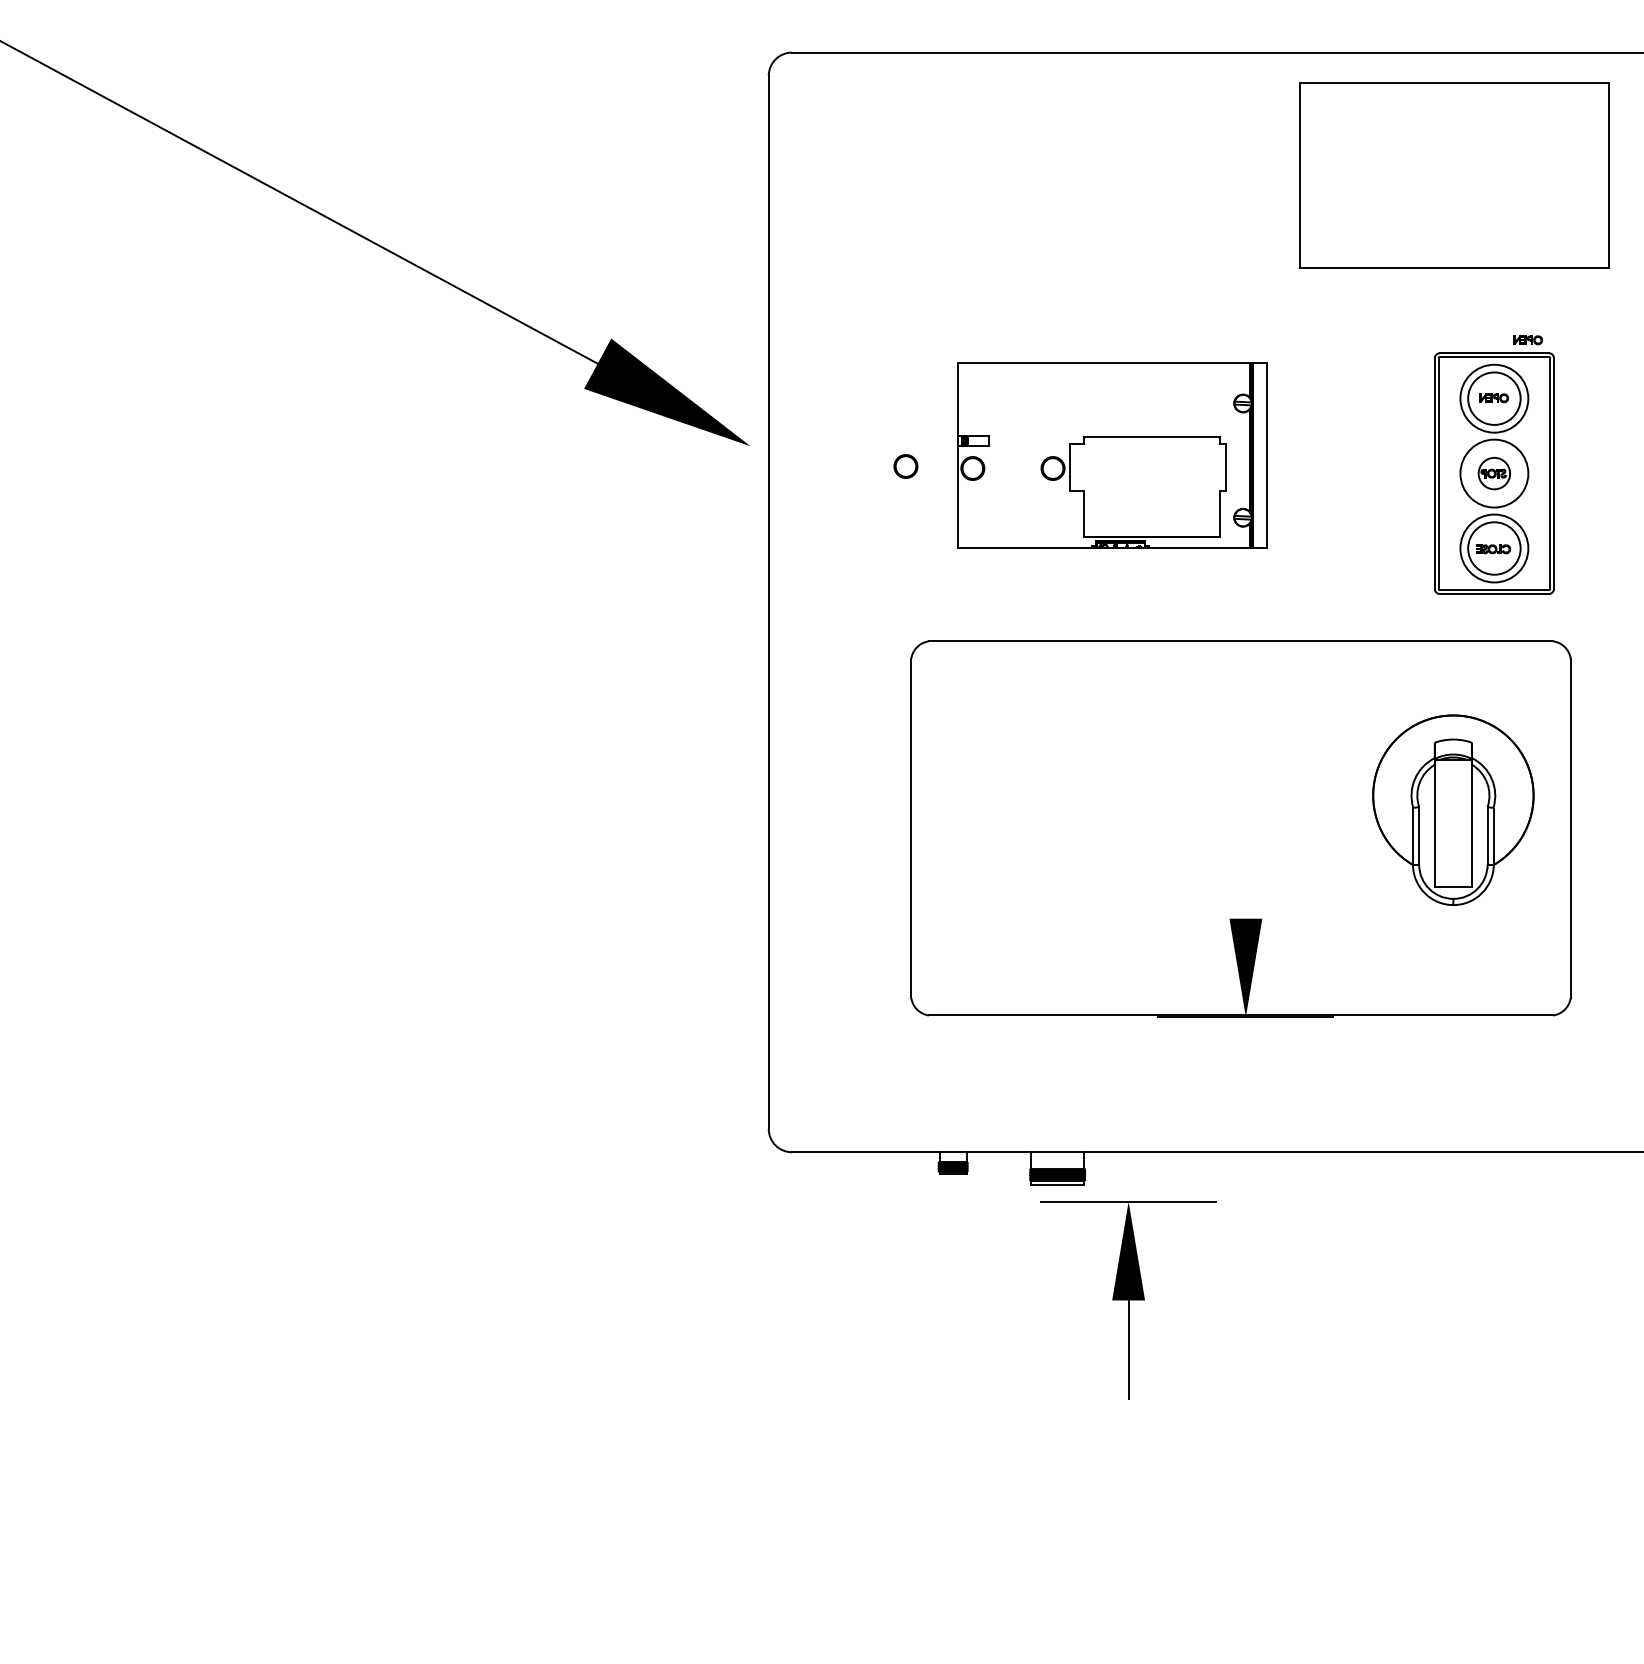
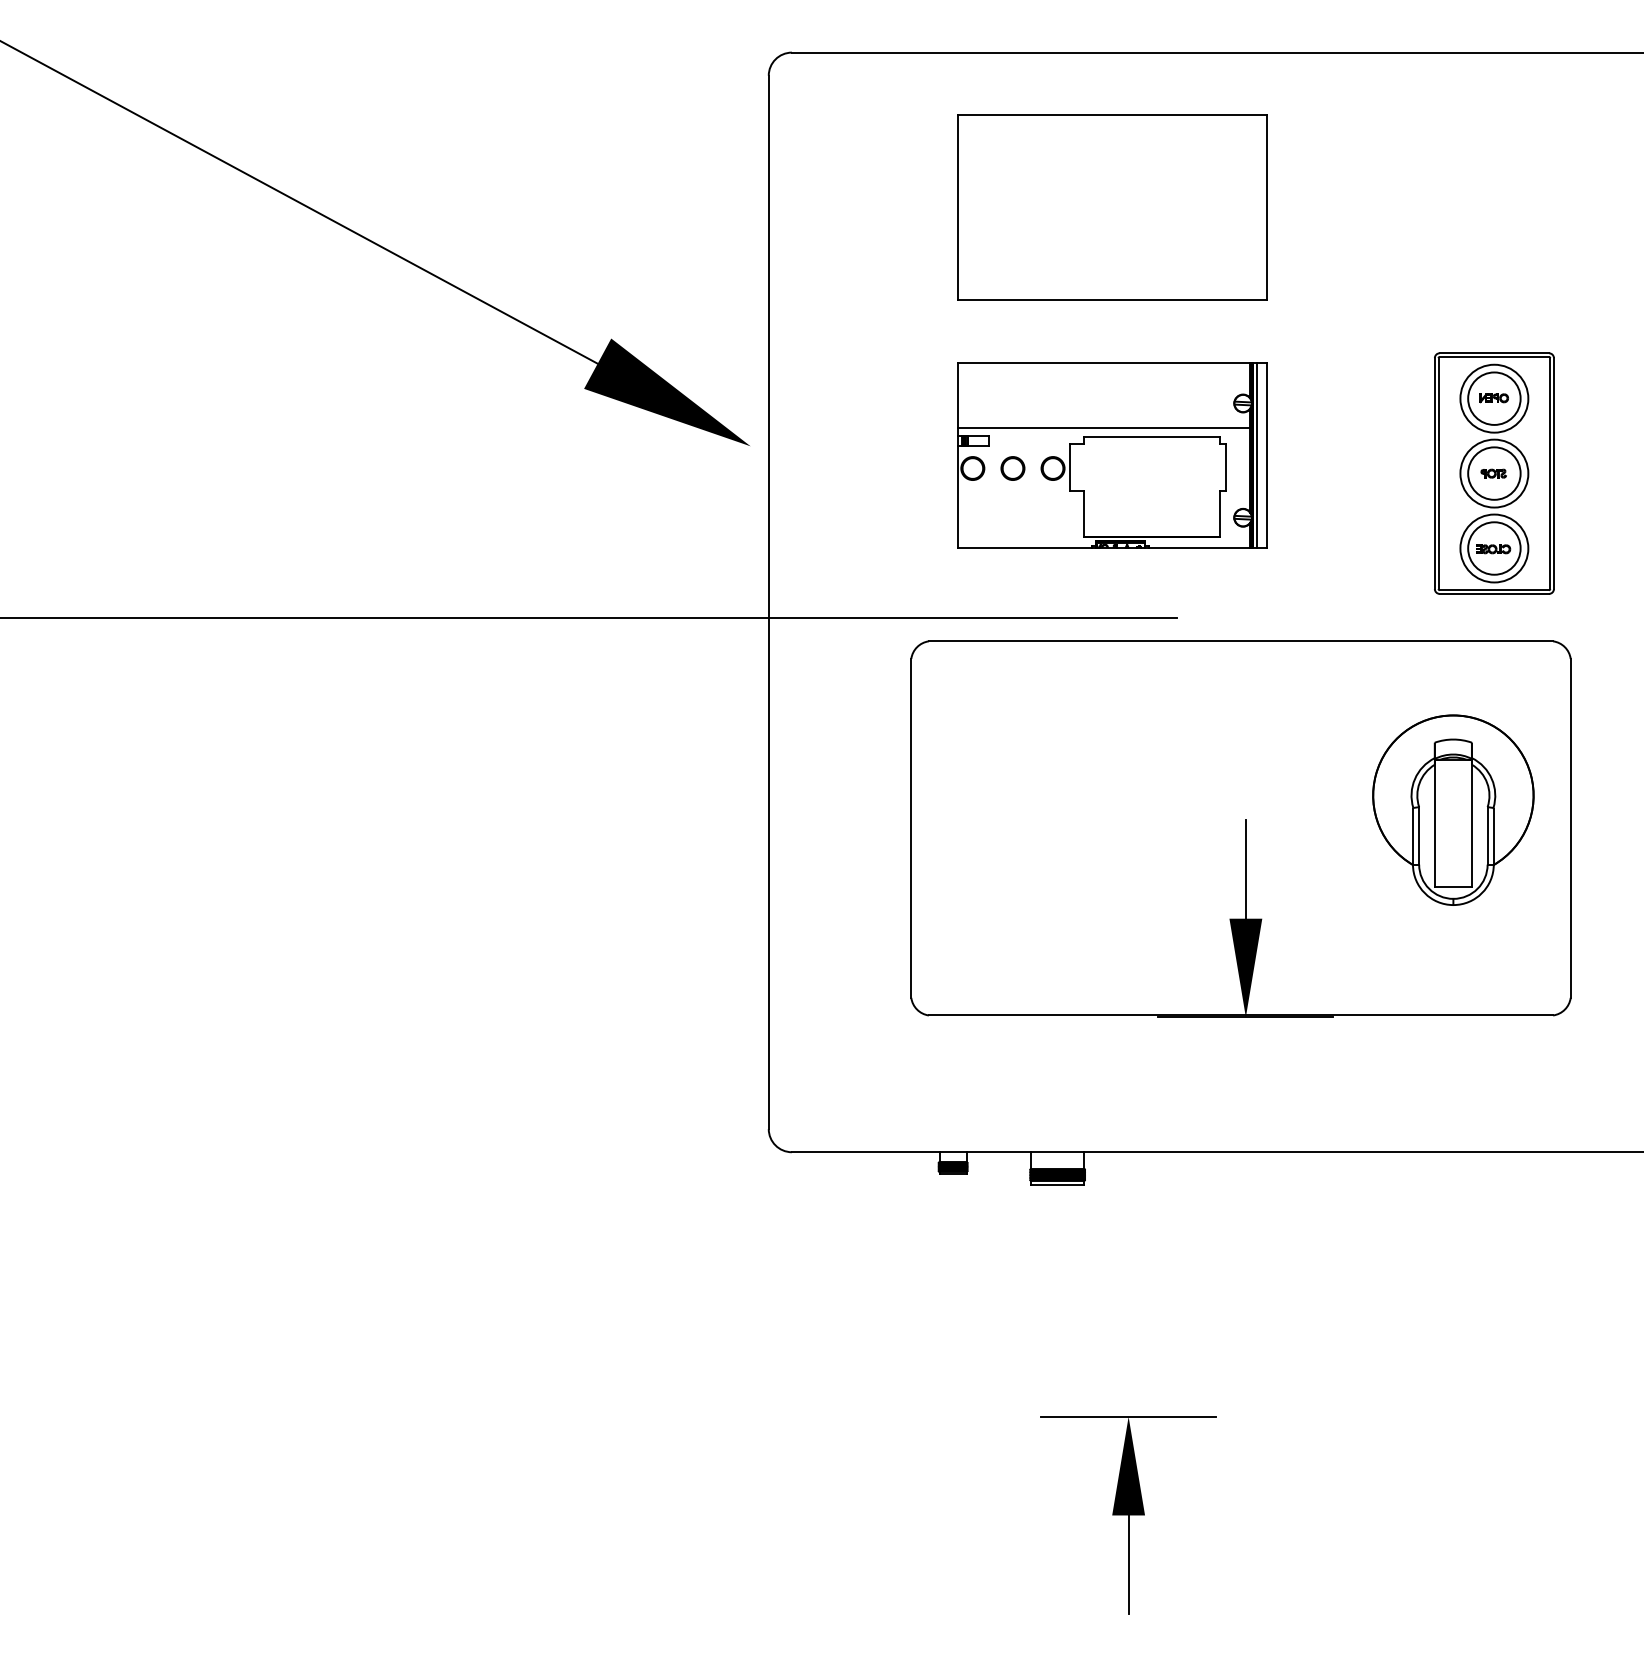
part at (1454, 175) position: (1454, 175) -> (1112, 207)
part at (1527, 340): present -> none
line at (1104, 427): none -> present
line at (1256, 454): none -> present
circle at (905, 466) position: (905, 466) -> (1012, 468)
circle at (1494, 473) diameter: 31 px -> 52 px
line at (589, 617): none -> present
line at (1245, 869): none -> present
part at (1128, 1300) position: (1128, 1300) -> (1128, 1515)
